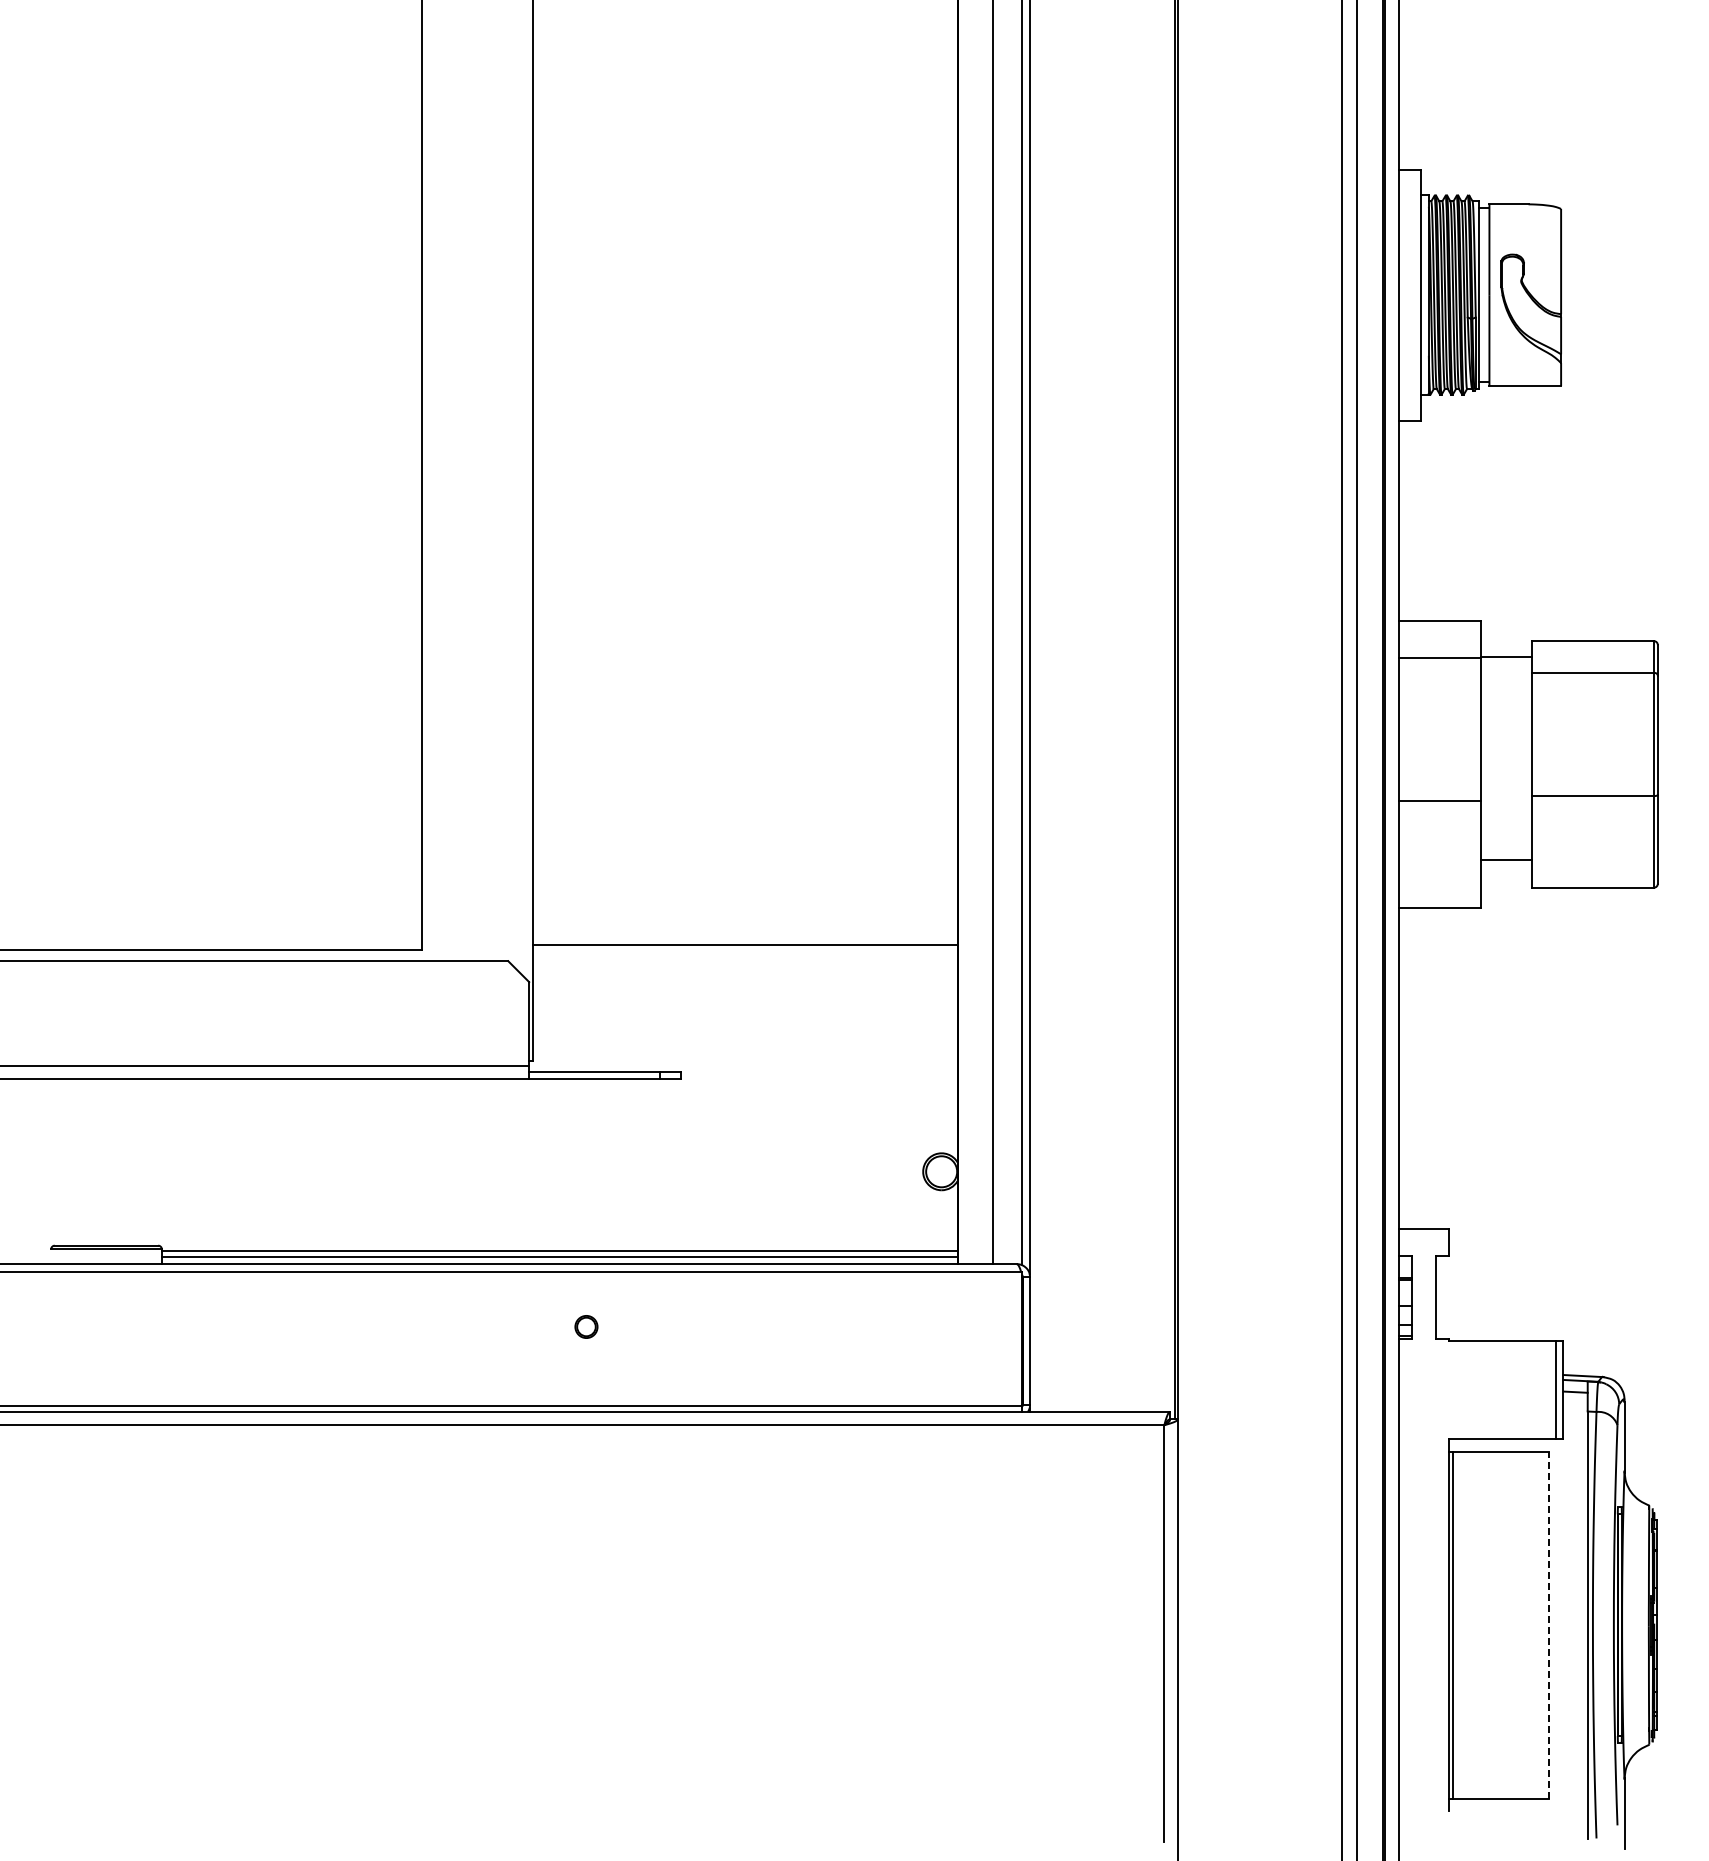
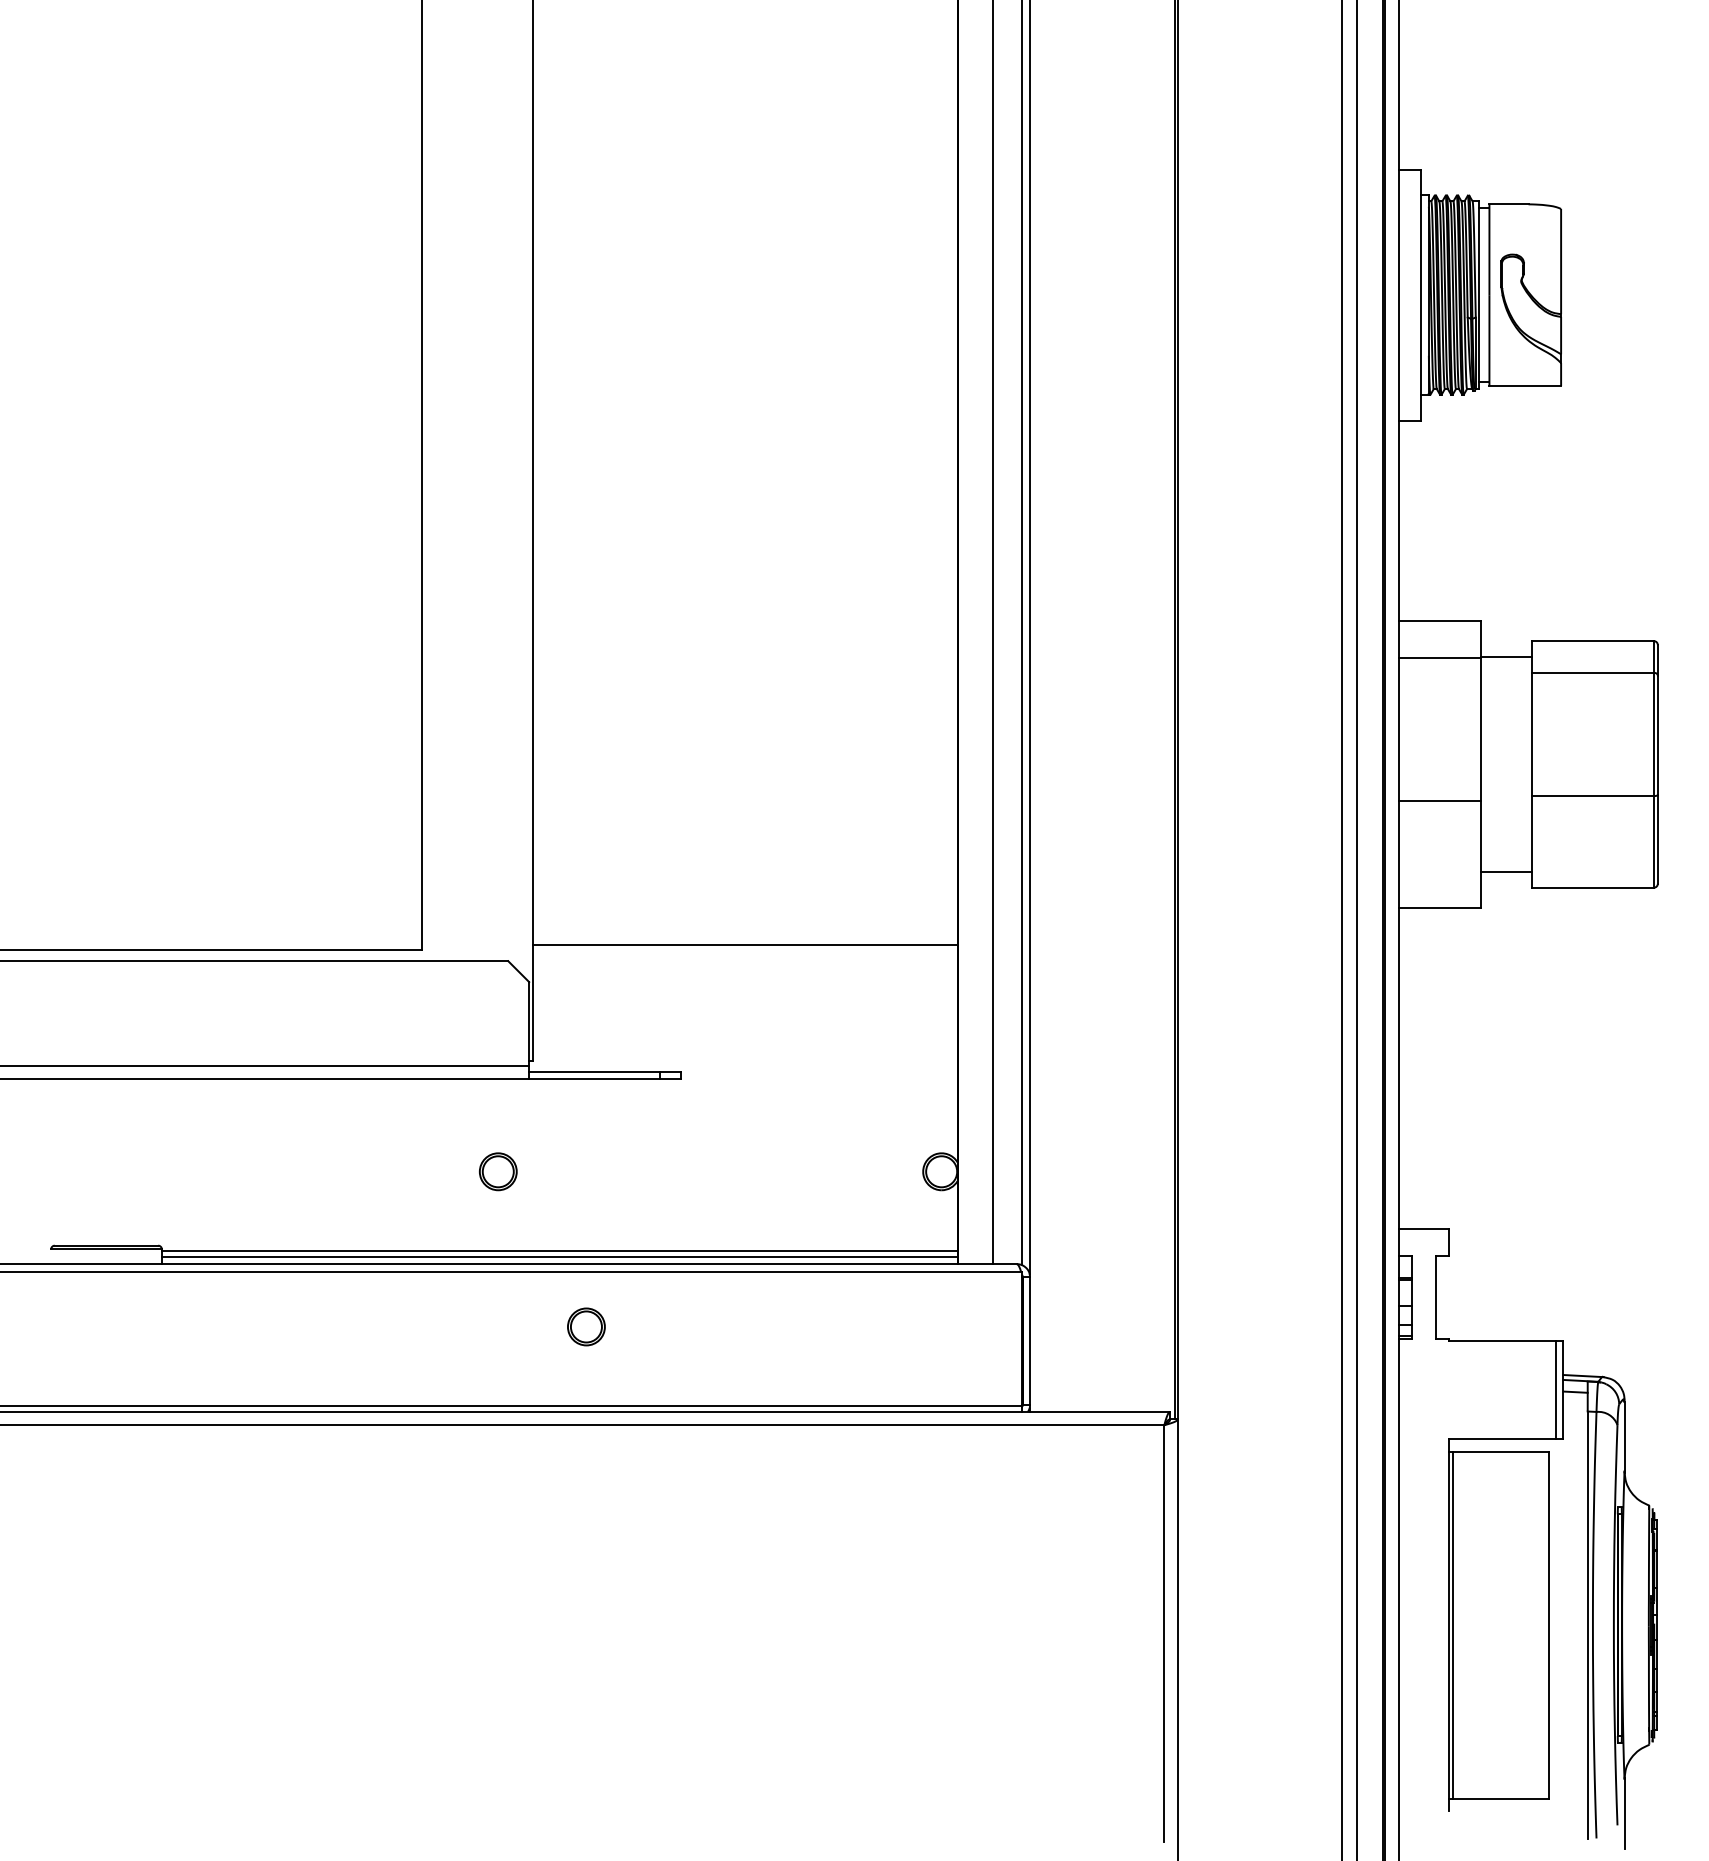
line at (1506, 859) position: (1506, 859) -> (1506, 871)
part at (498, 1171): none -> present
part at (586, 1326) size: 25x24 px -> 39x40 px
line at (1548, 1625): dashed -> solid
